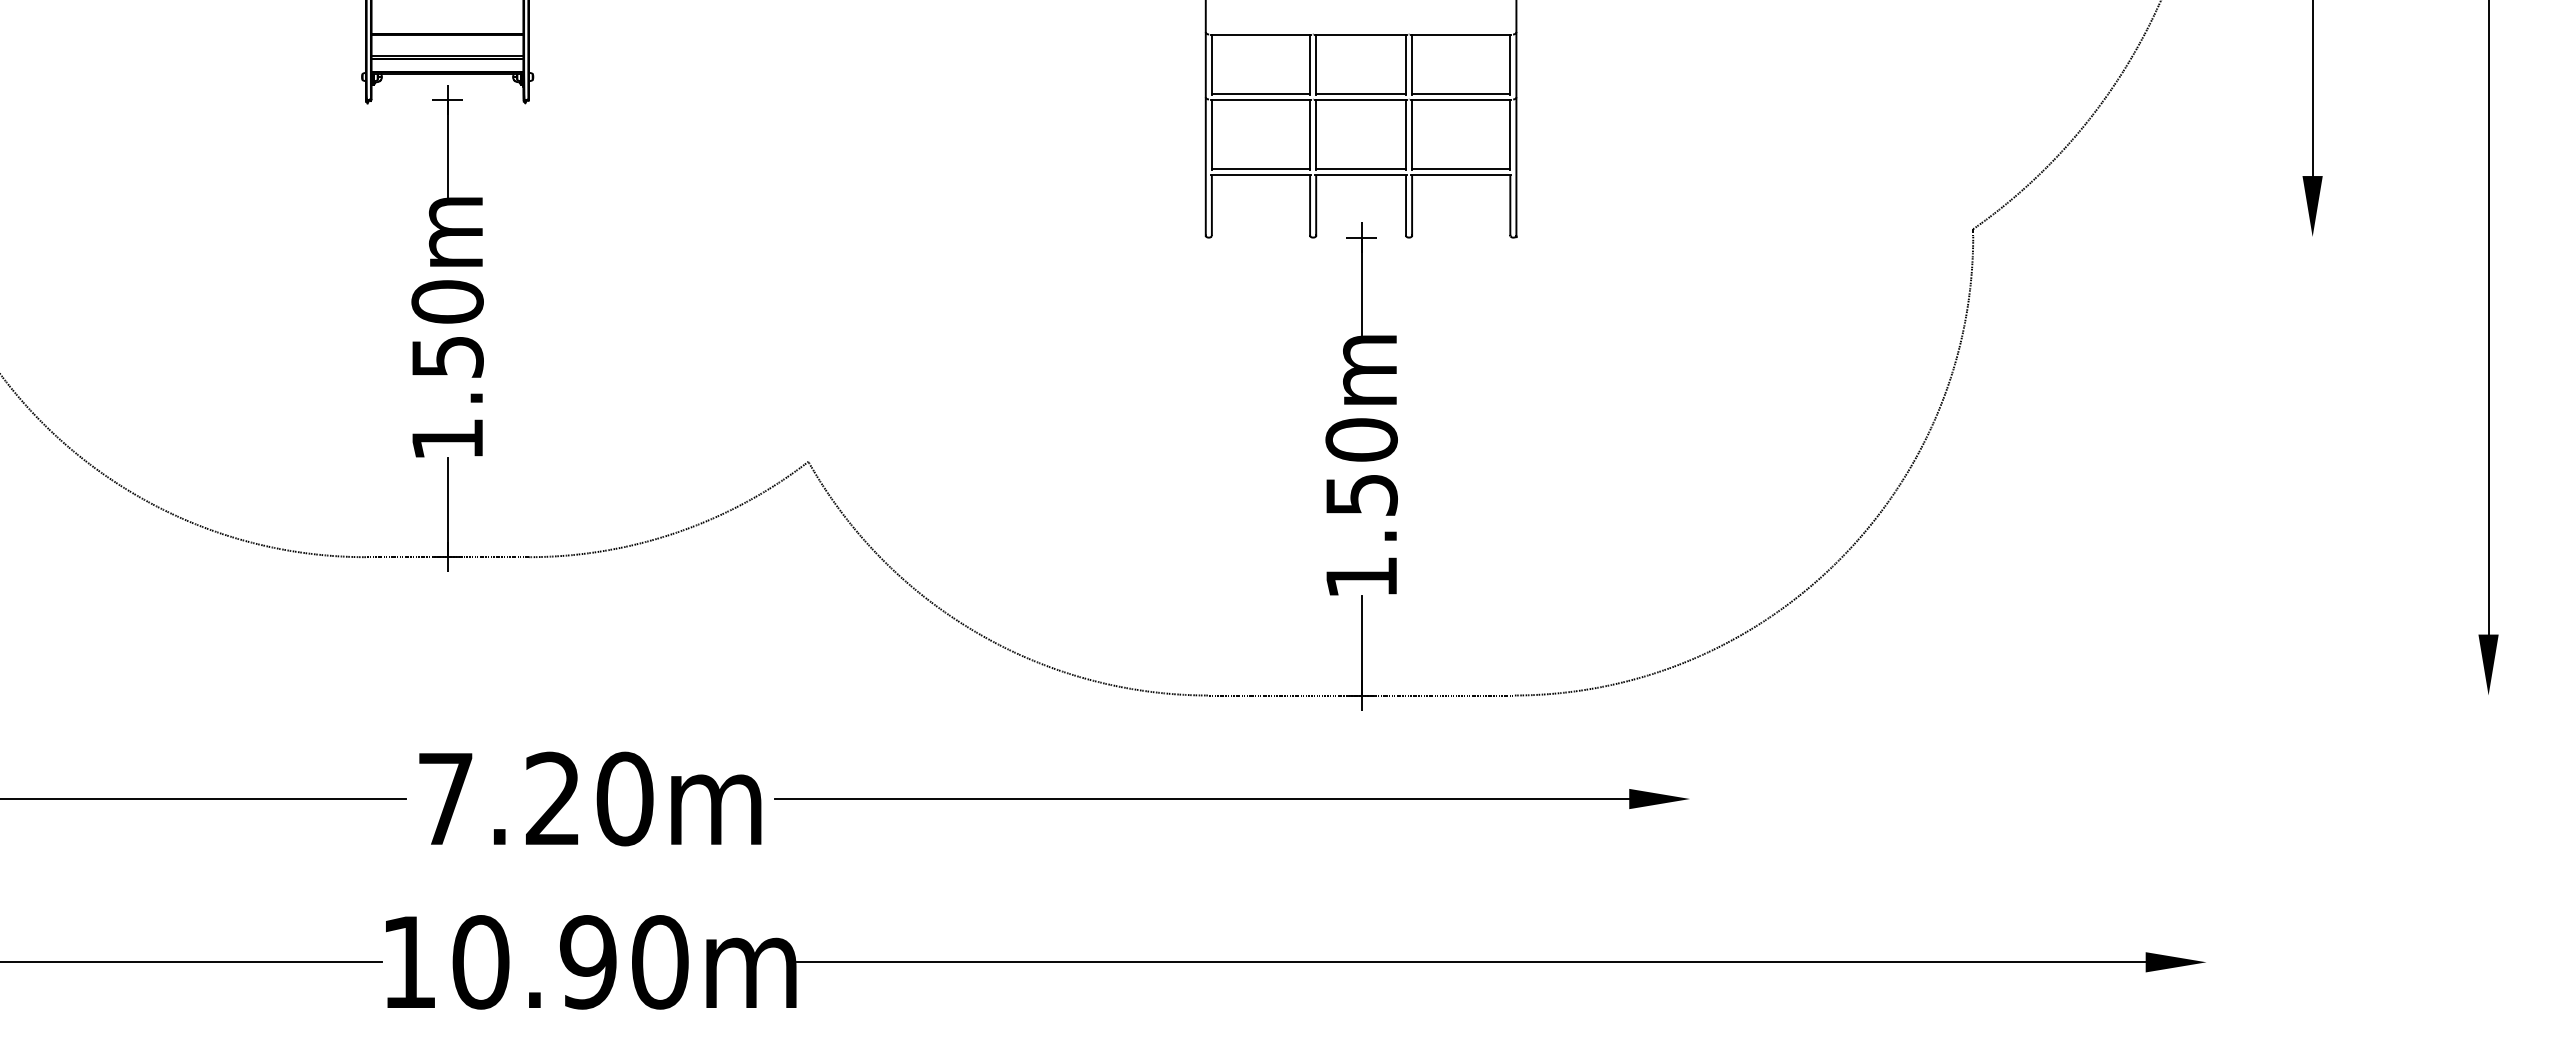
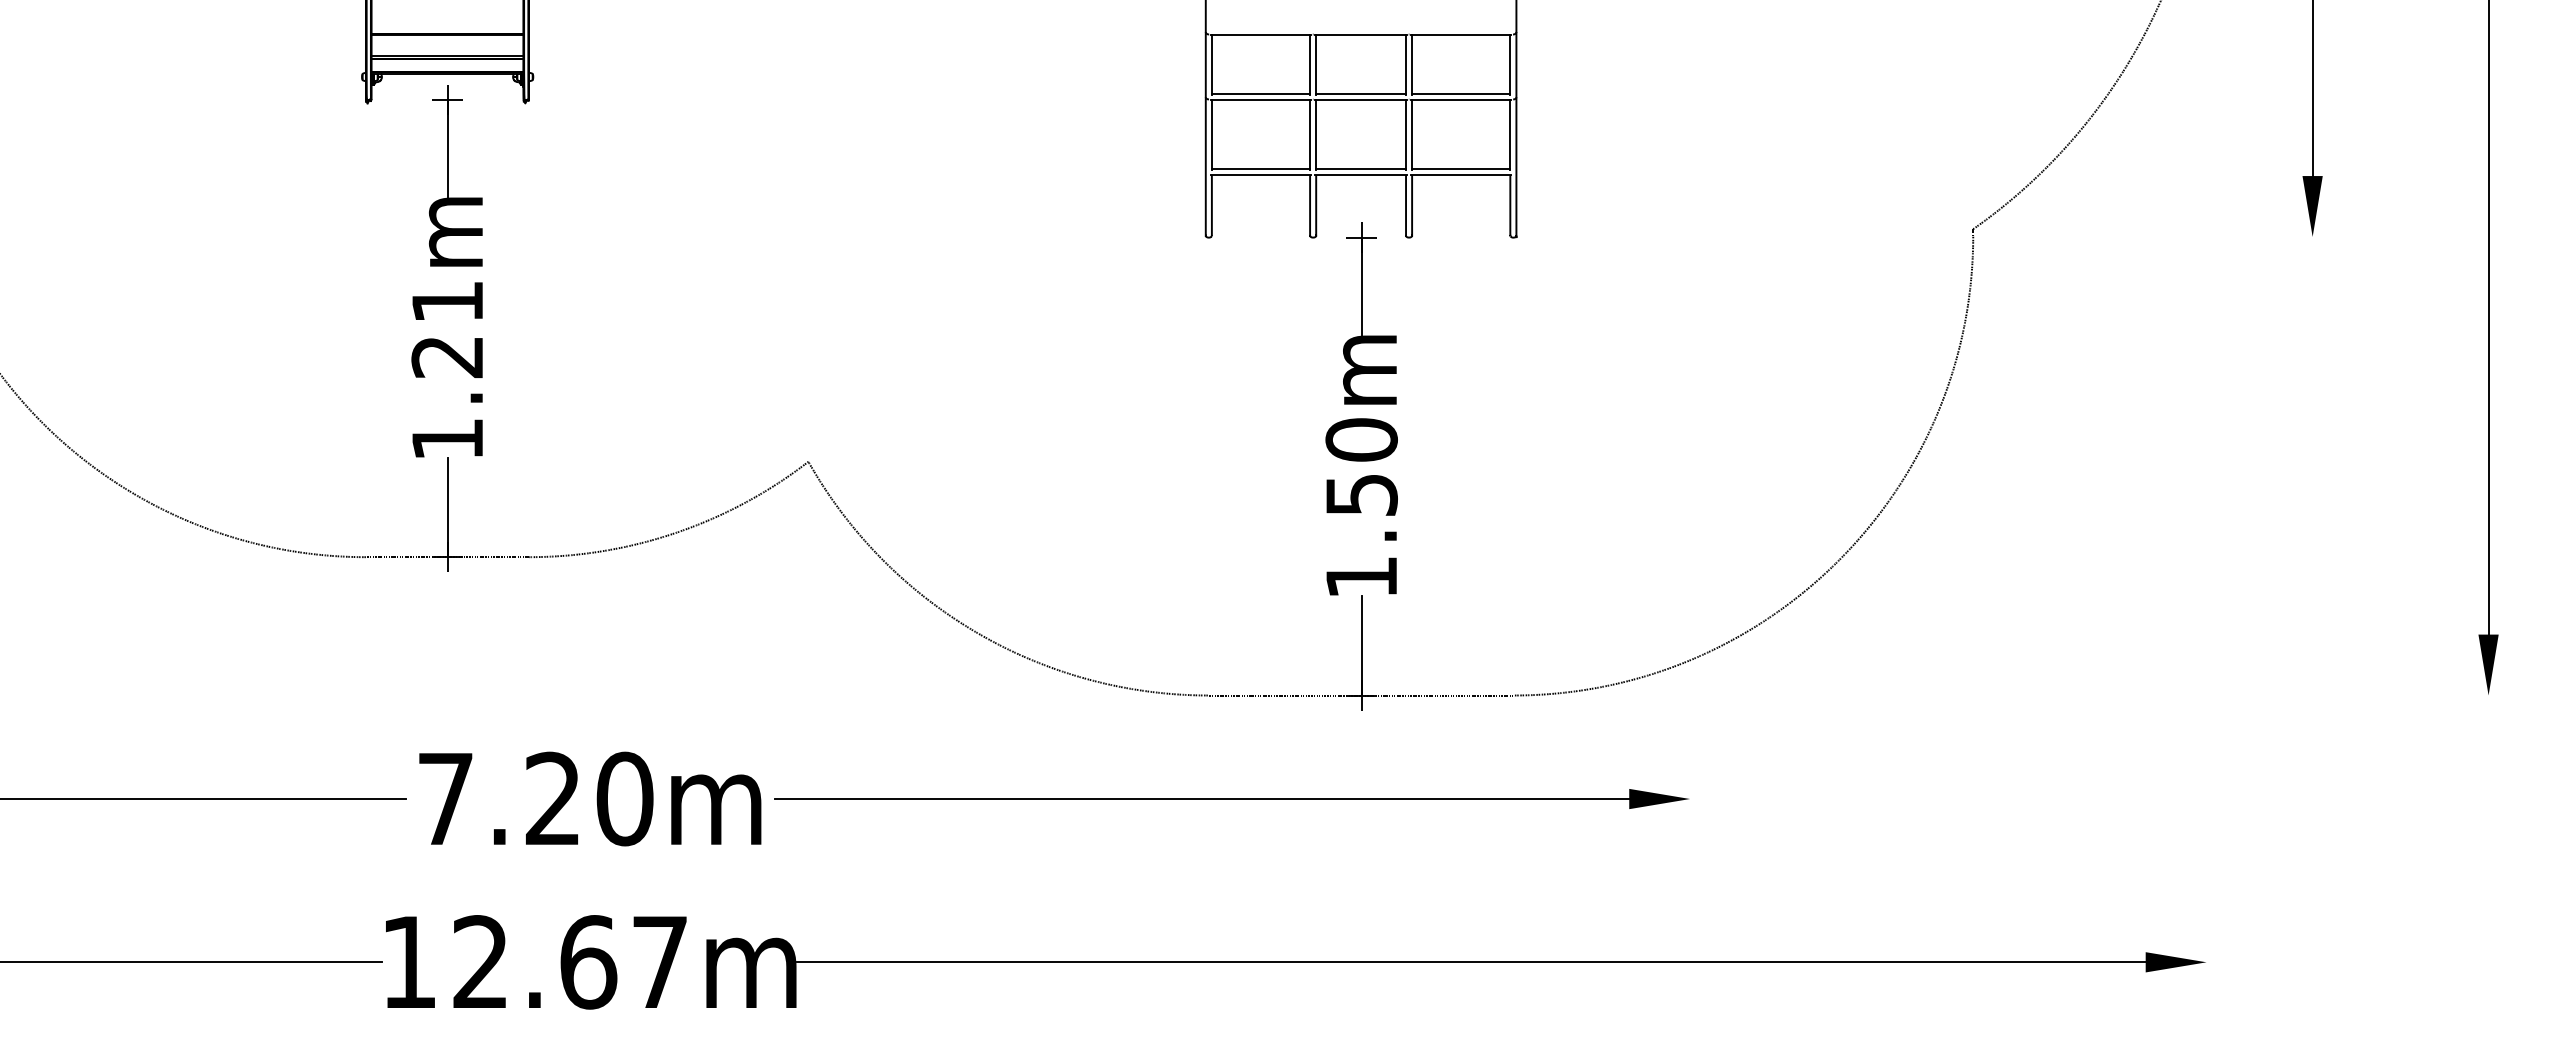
text at (447, 329): 1.50m -> 1.21m
text at (570, 962): 10.90m -> 12.67m
